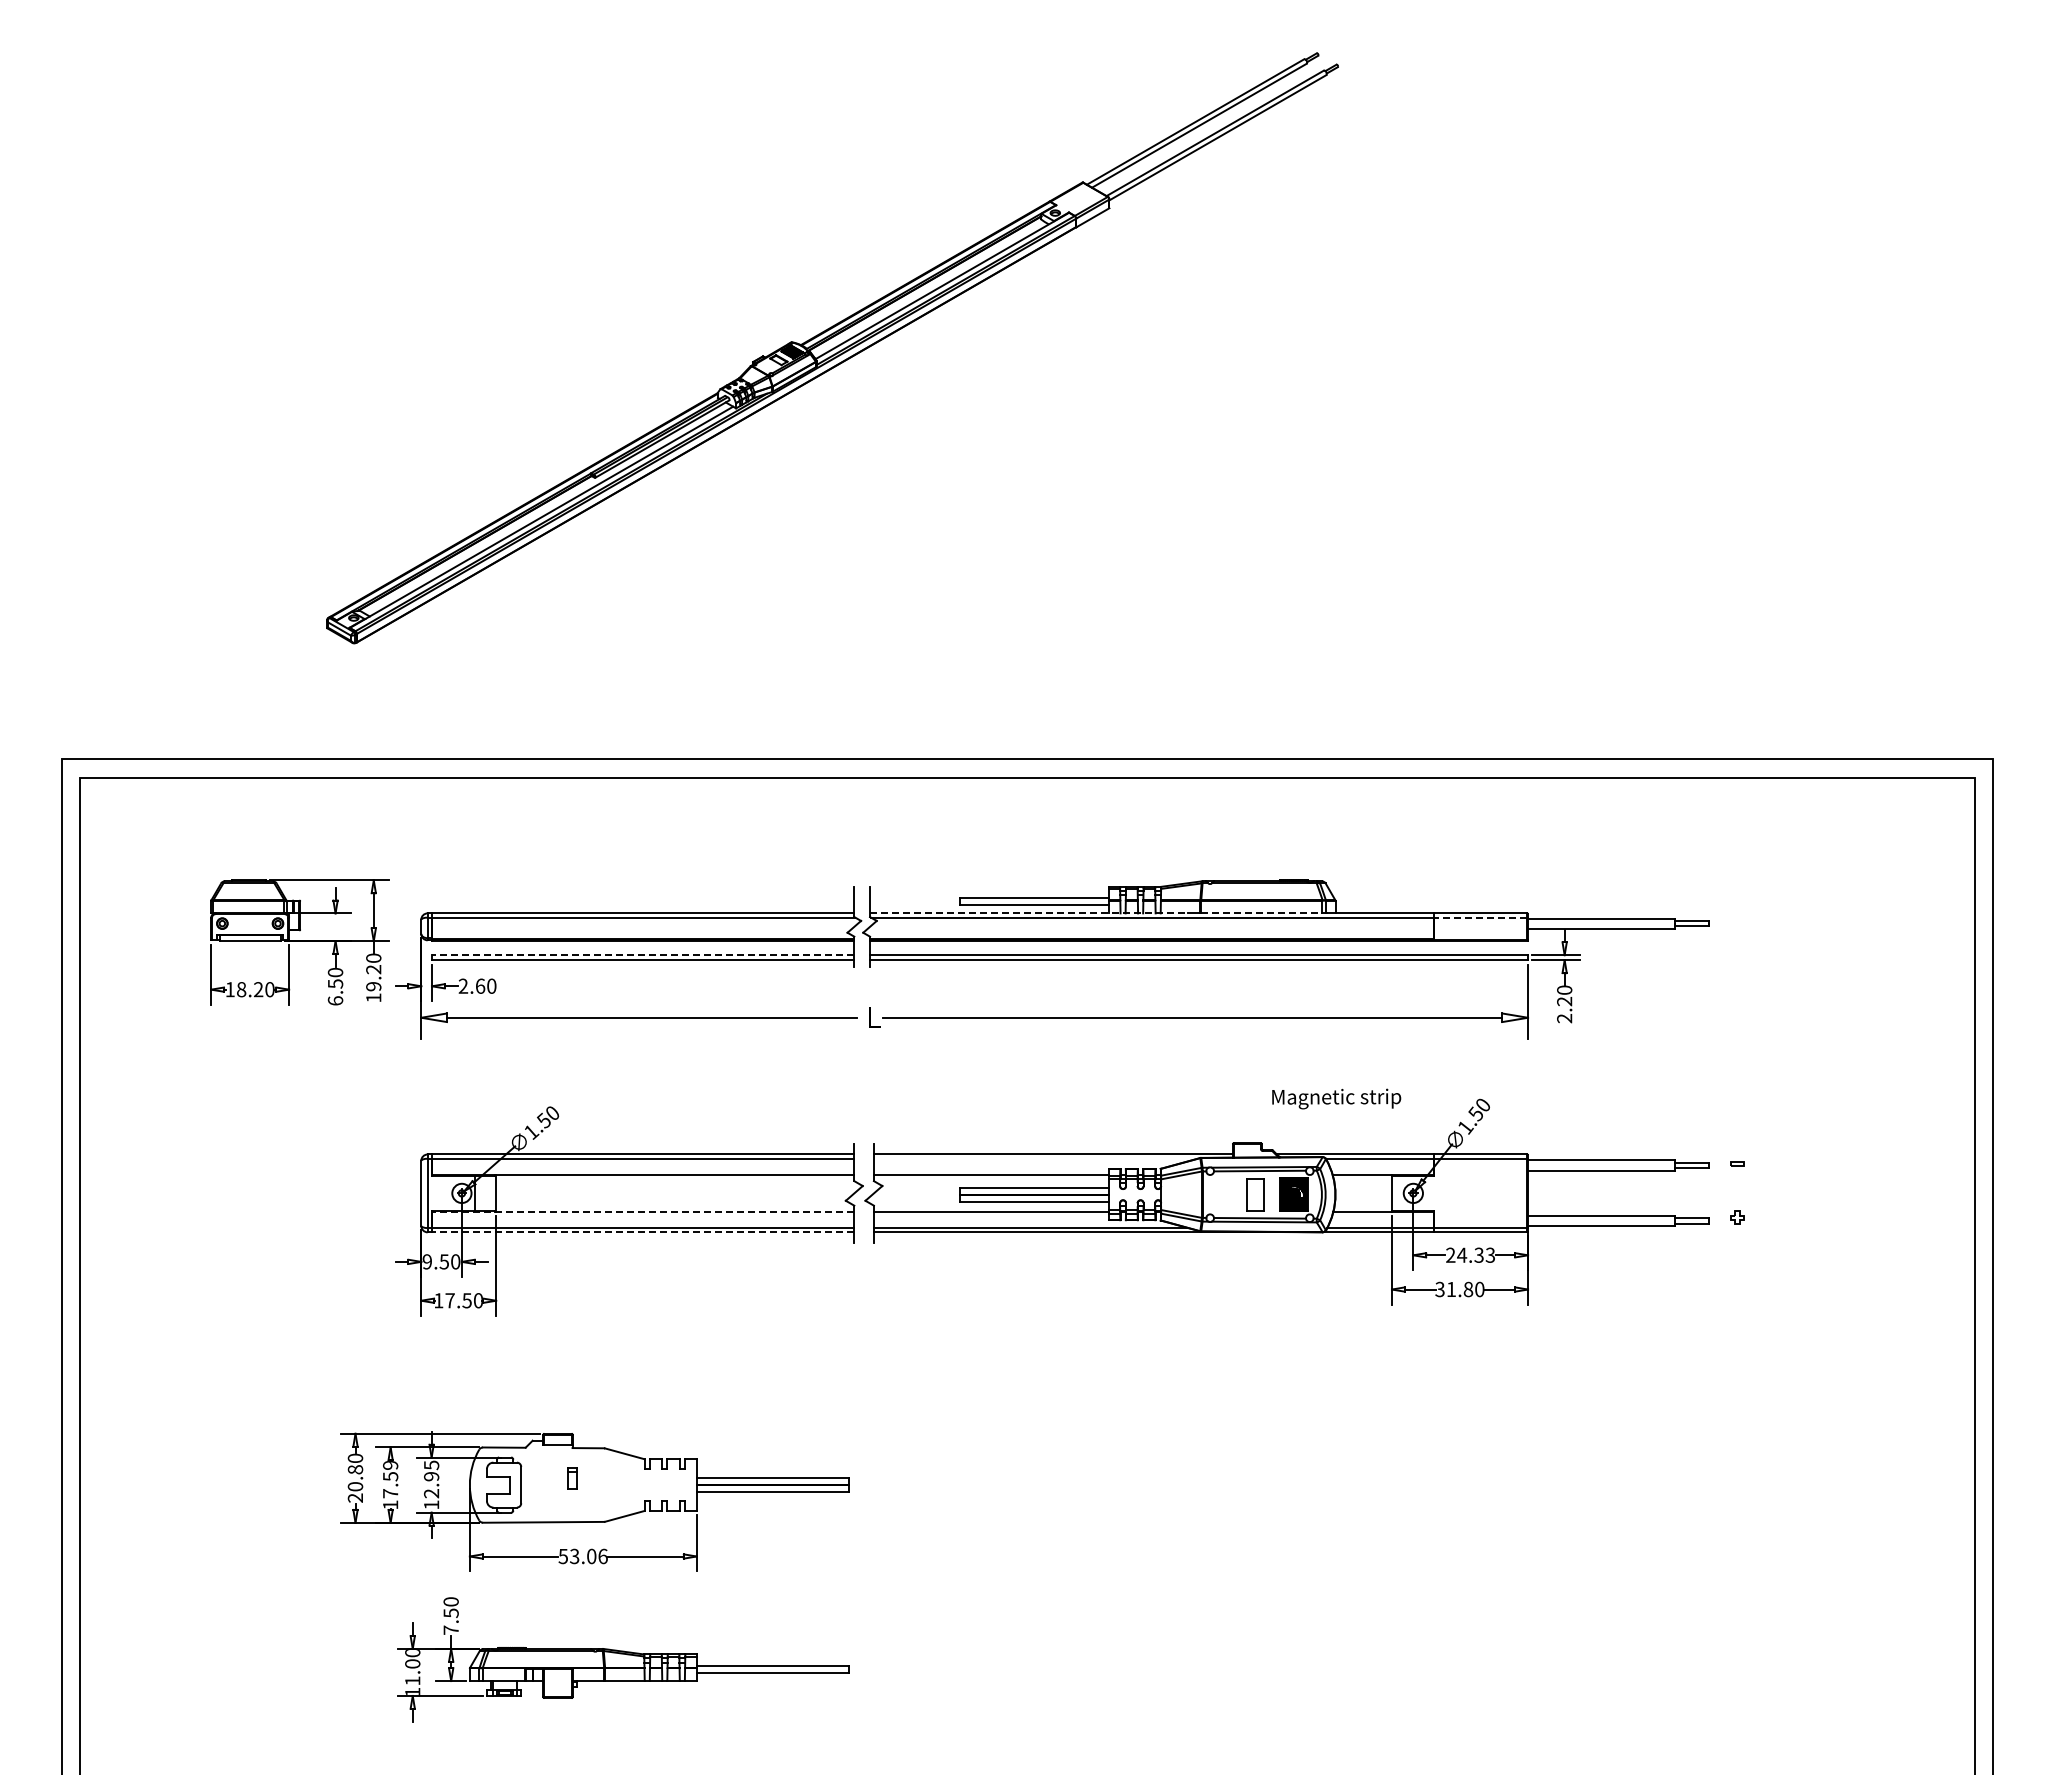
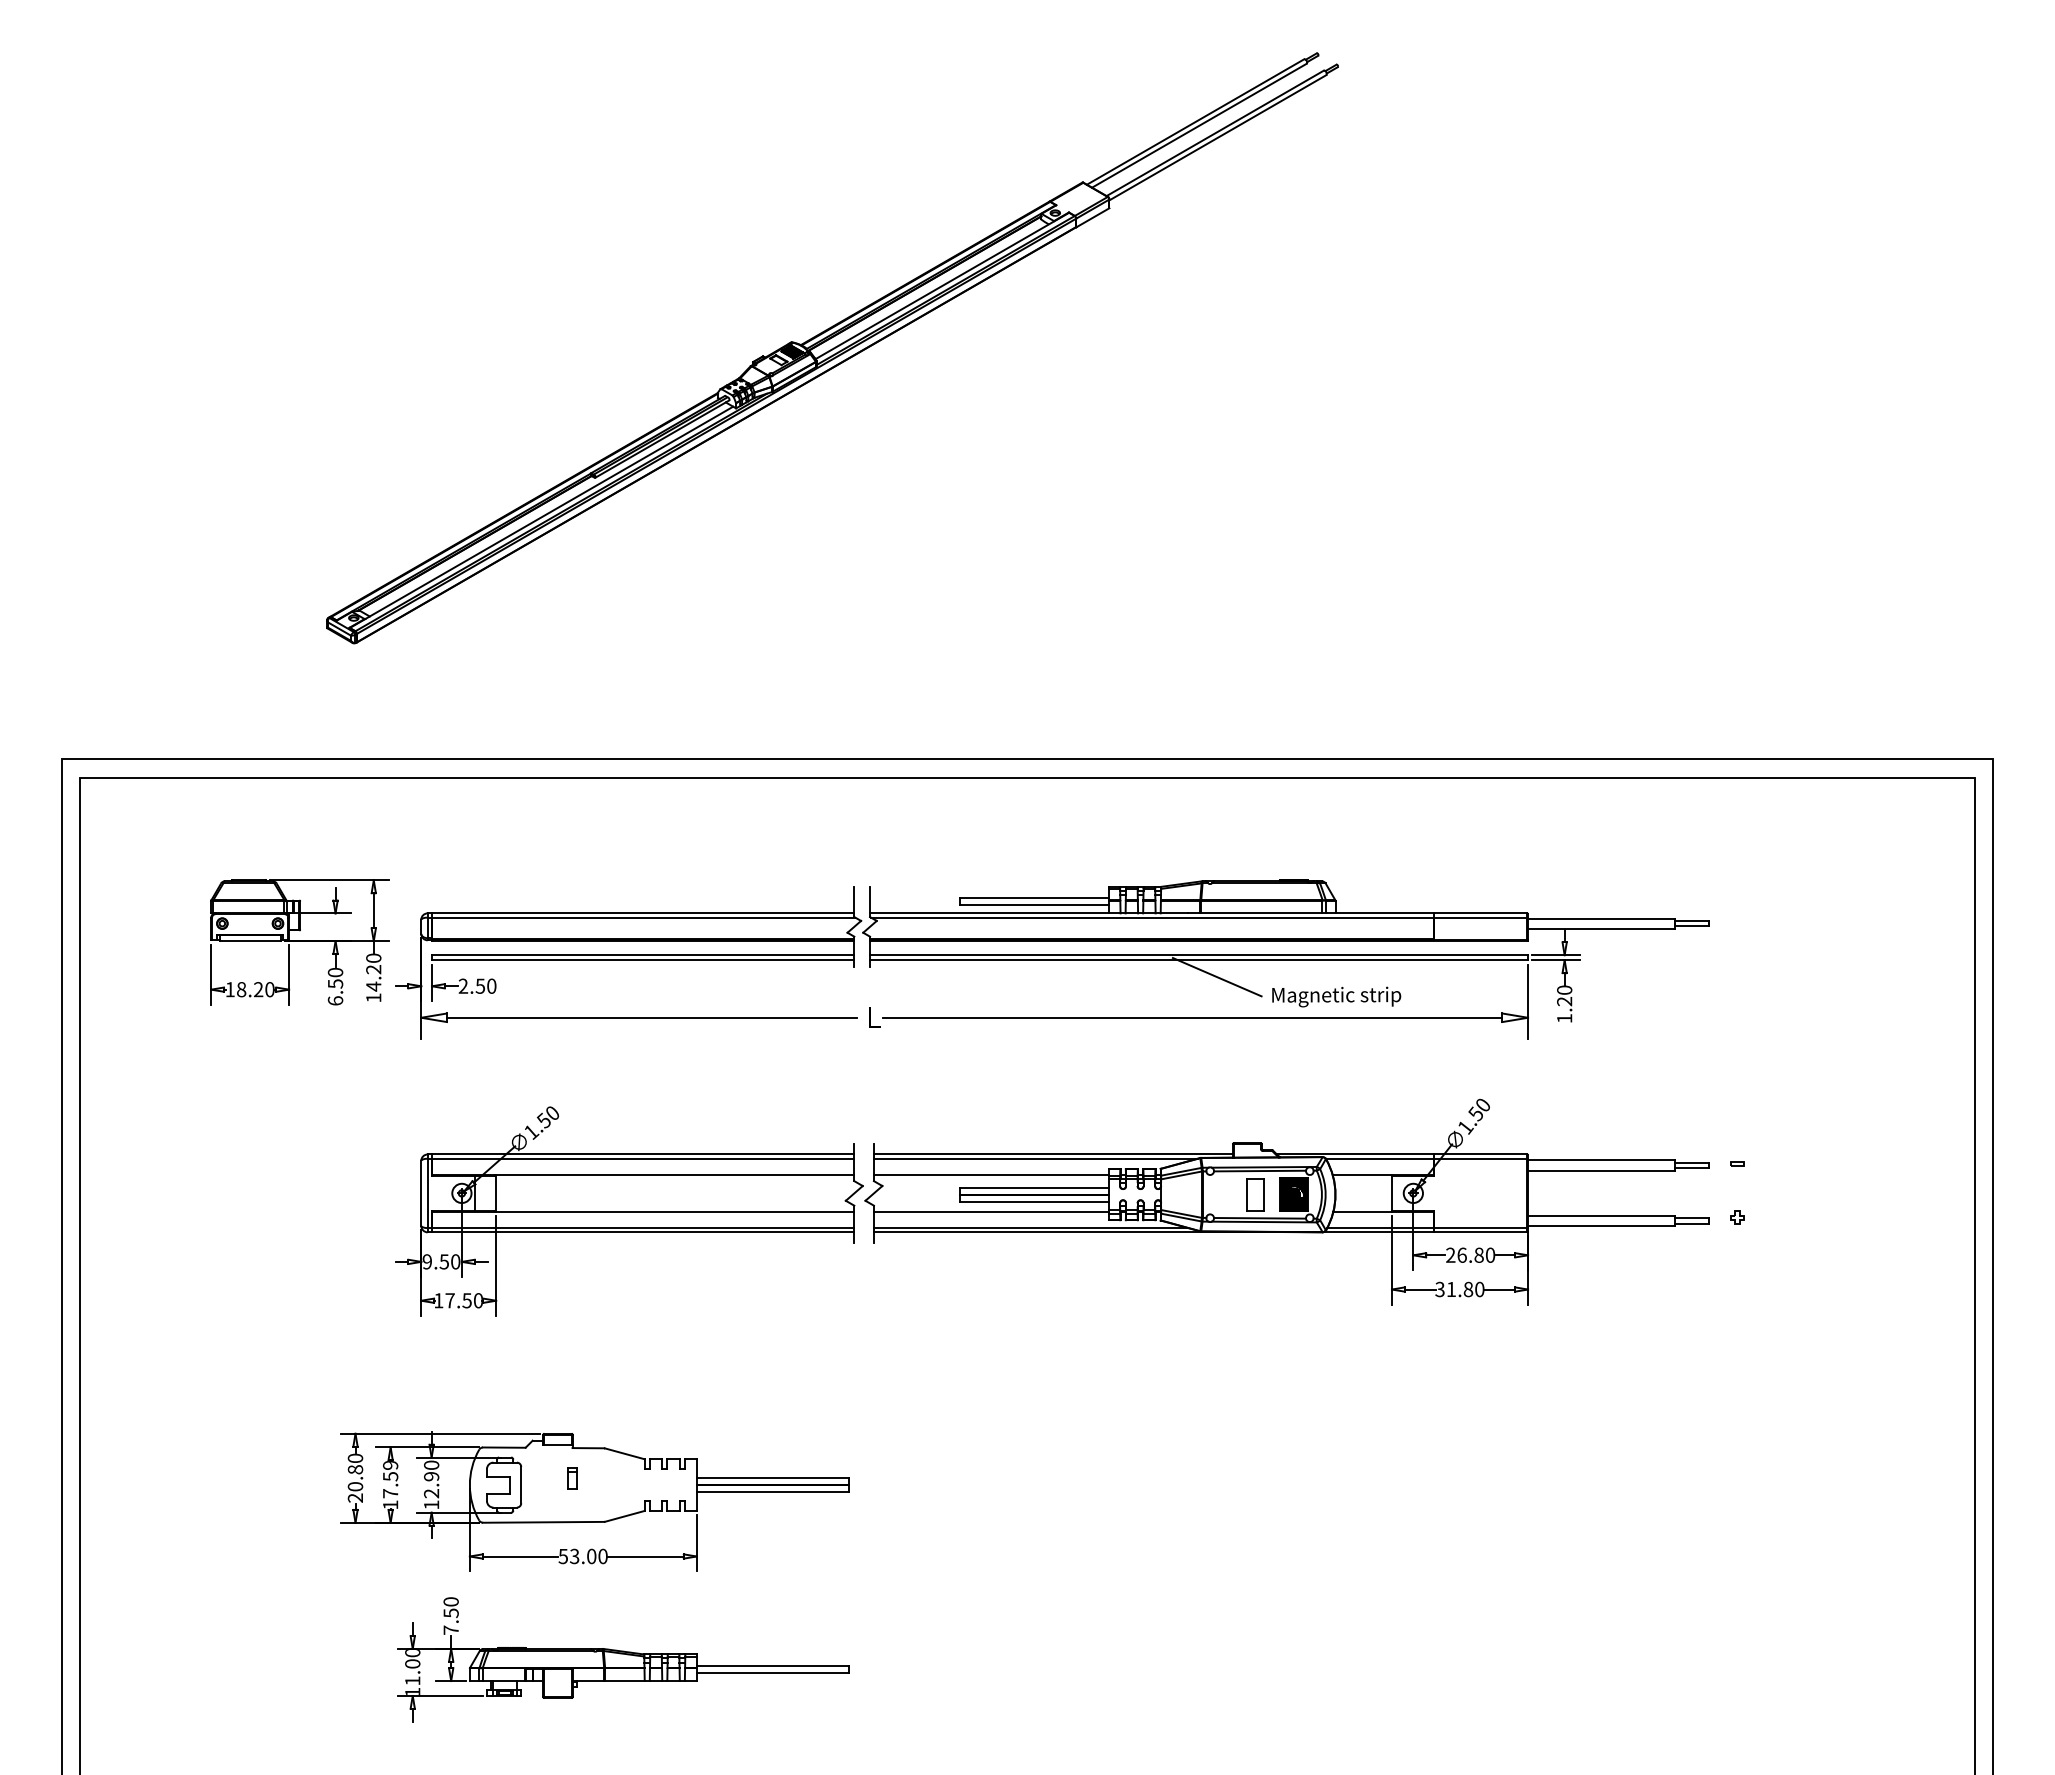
line at (1029, 913): dashed -> solid
line at (1261, 913): dashed -> solid
line at (1480, 917): dashed -> solid
line at (642, 955): dashed -> solid
line at (1216, 977): none -> present
text at (480, 985): 2.60 -> 2.50
text at (373, 986): 19.20 -> 14.20
text at (1564, 1018): 2.20 -> 1.20
text at (1336, 1098) position: (1336, 1098) -> (1336, 996)
line at (1035, 1158): none -> present
line at (642, 1212): dashed -> solid
line at (642, 1232): dashed -> solid
text at (1476, 1254): 24.33 -> 26.80
text at (431, 1465): 12.95 -> 12.90
text at (602, 1555): 53.06 -> 53.00
